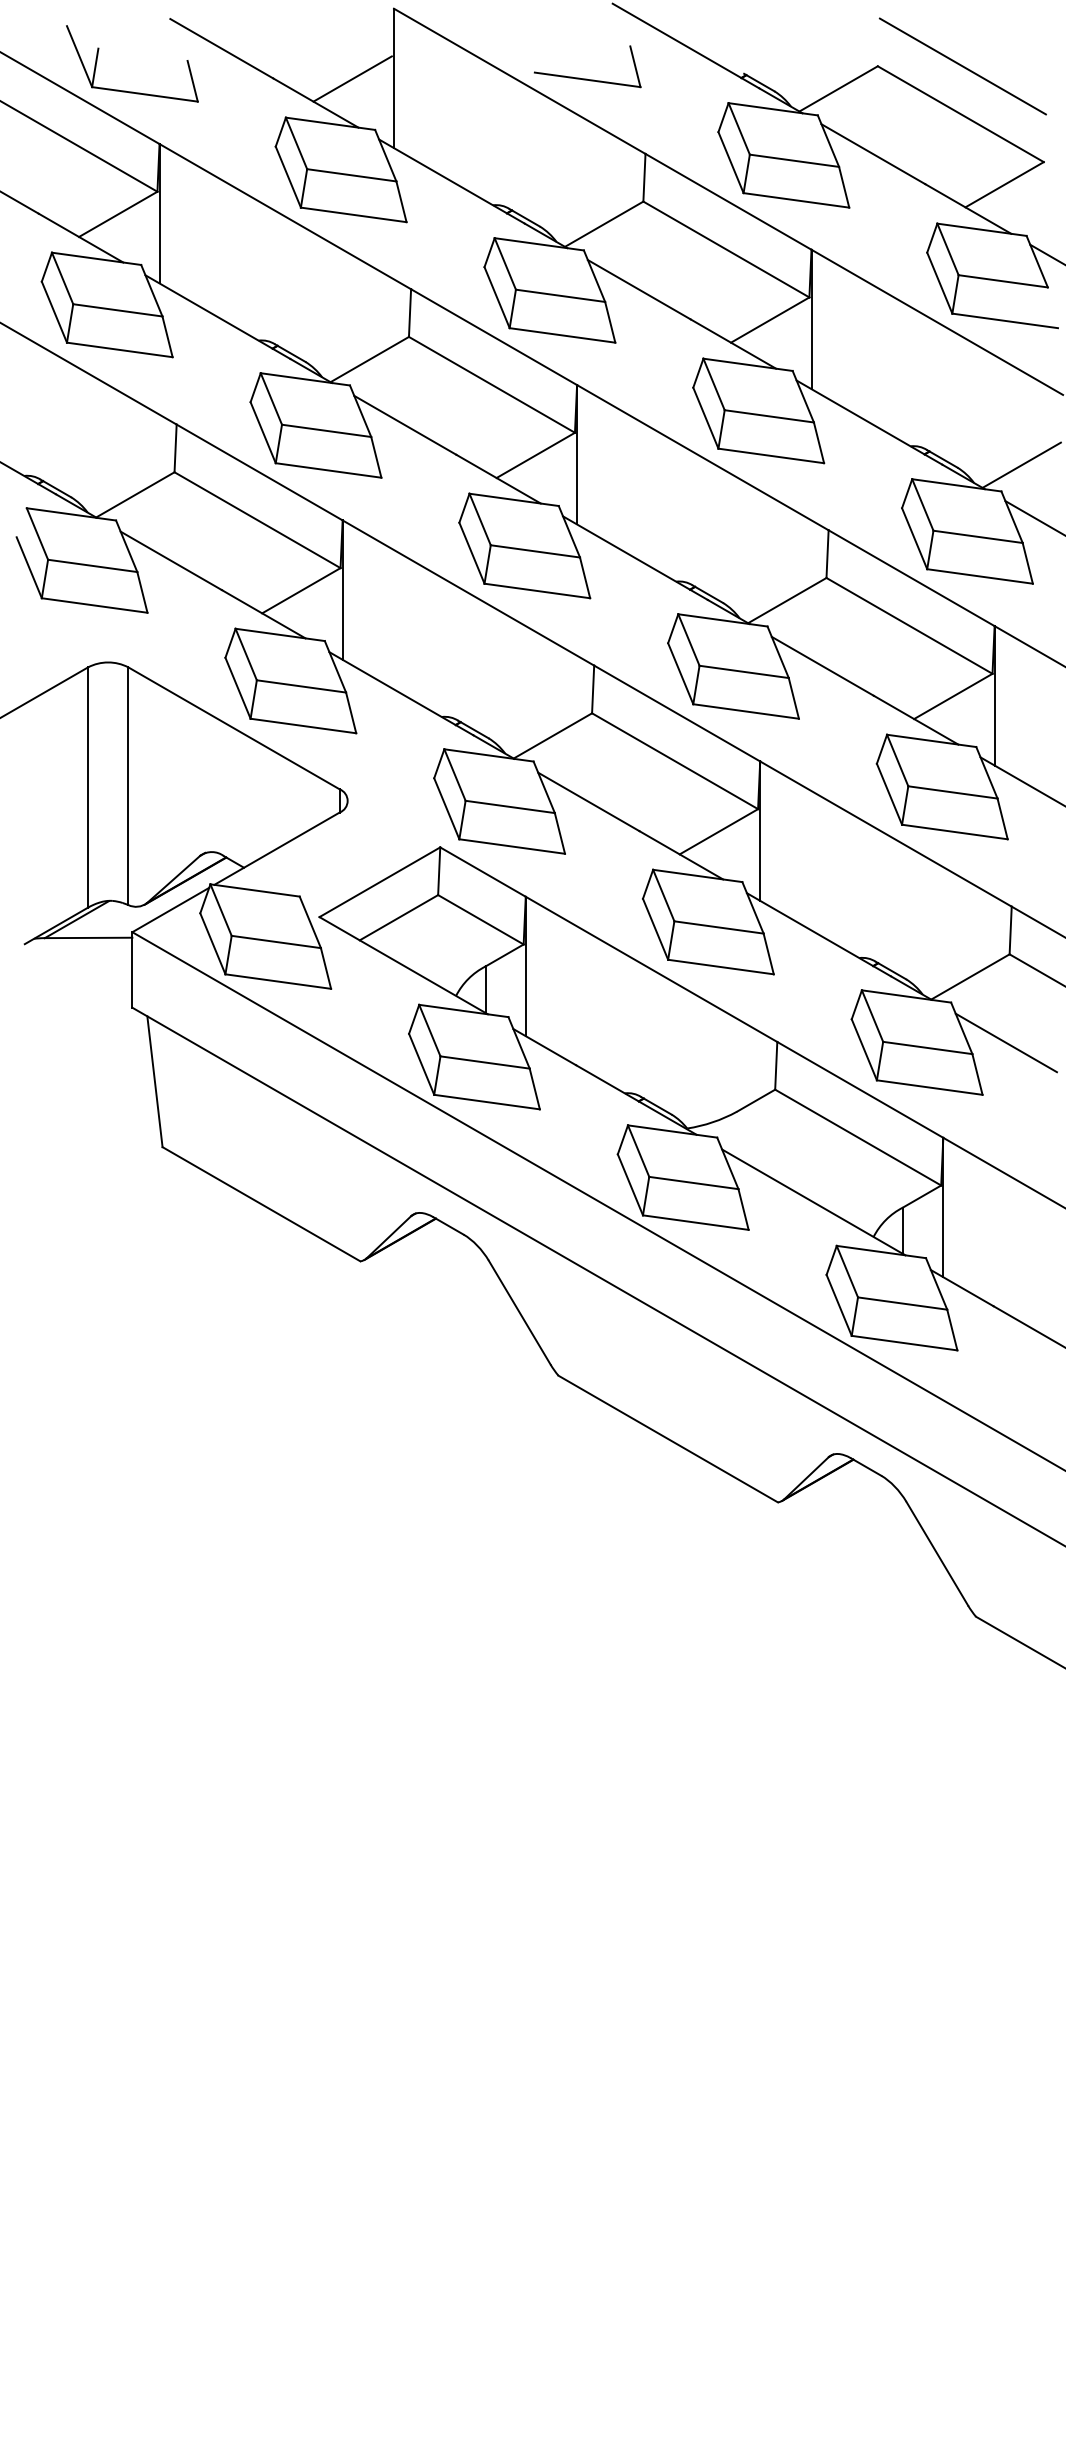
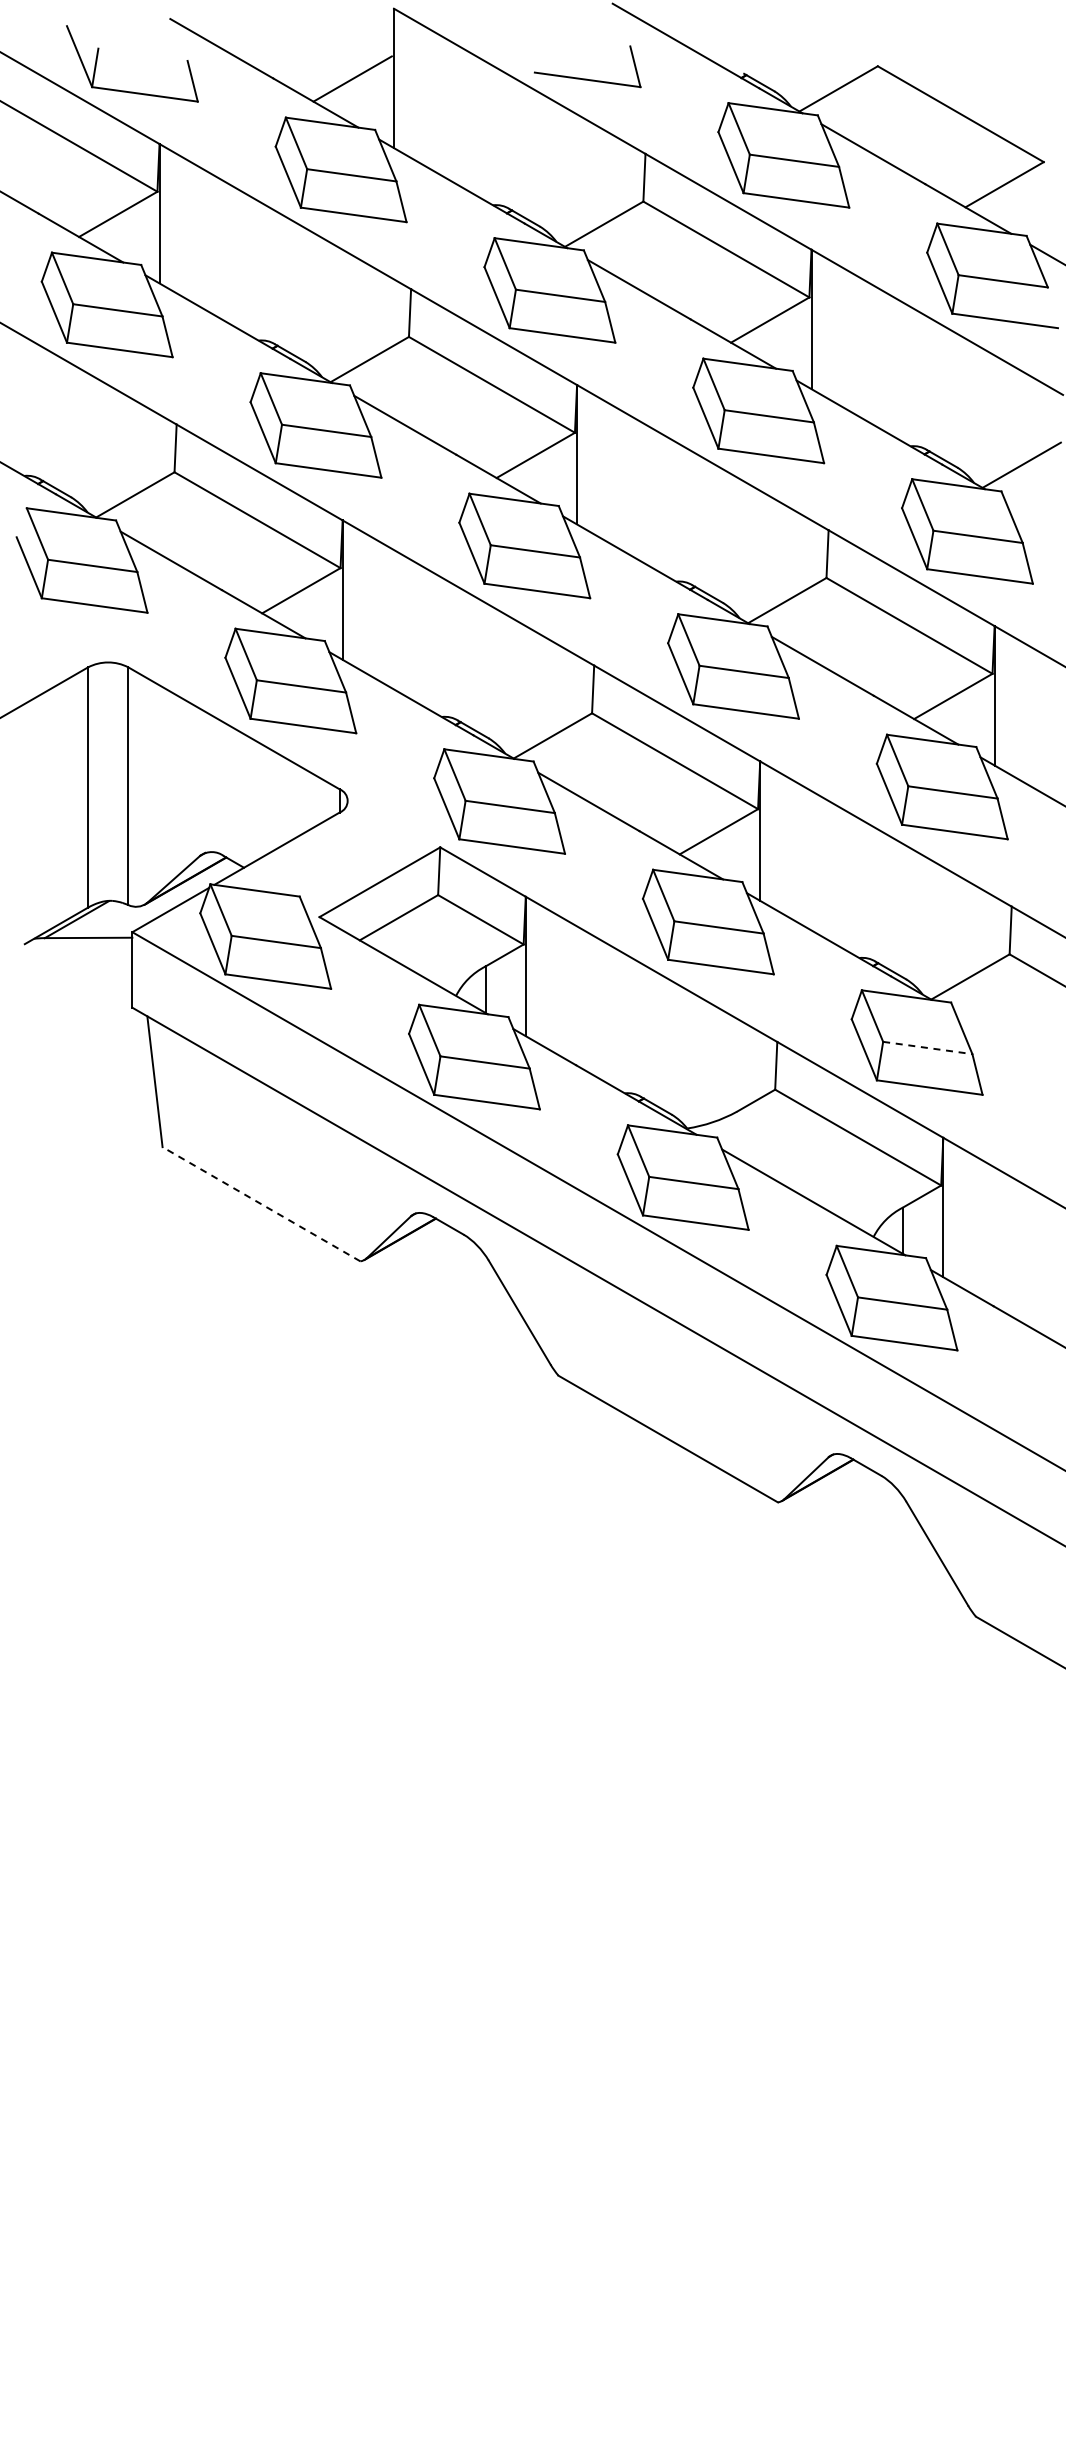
line at (962, 66): present -> none
line at (1033, 517): present -> none
line at (1006, 1042): present -> none
line at (928, 1048): solid -> dashed
line at (261, 1204): solid -> dashed
